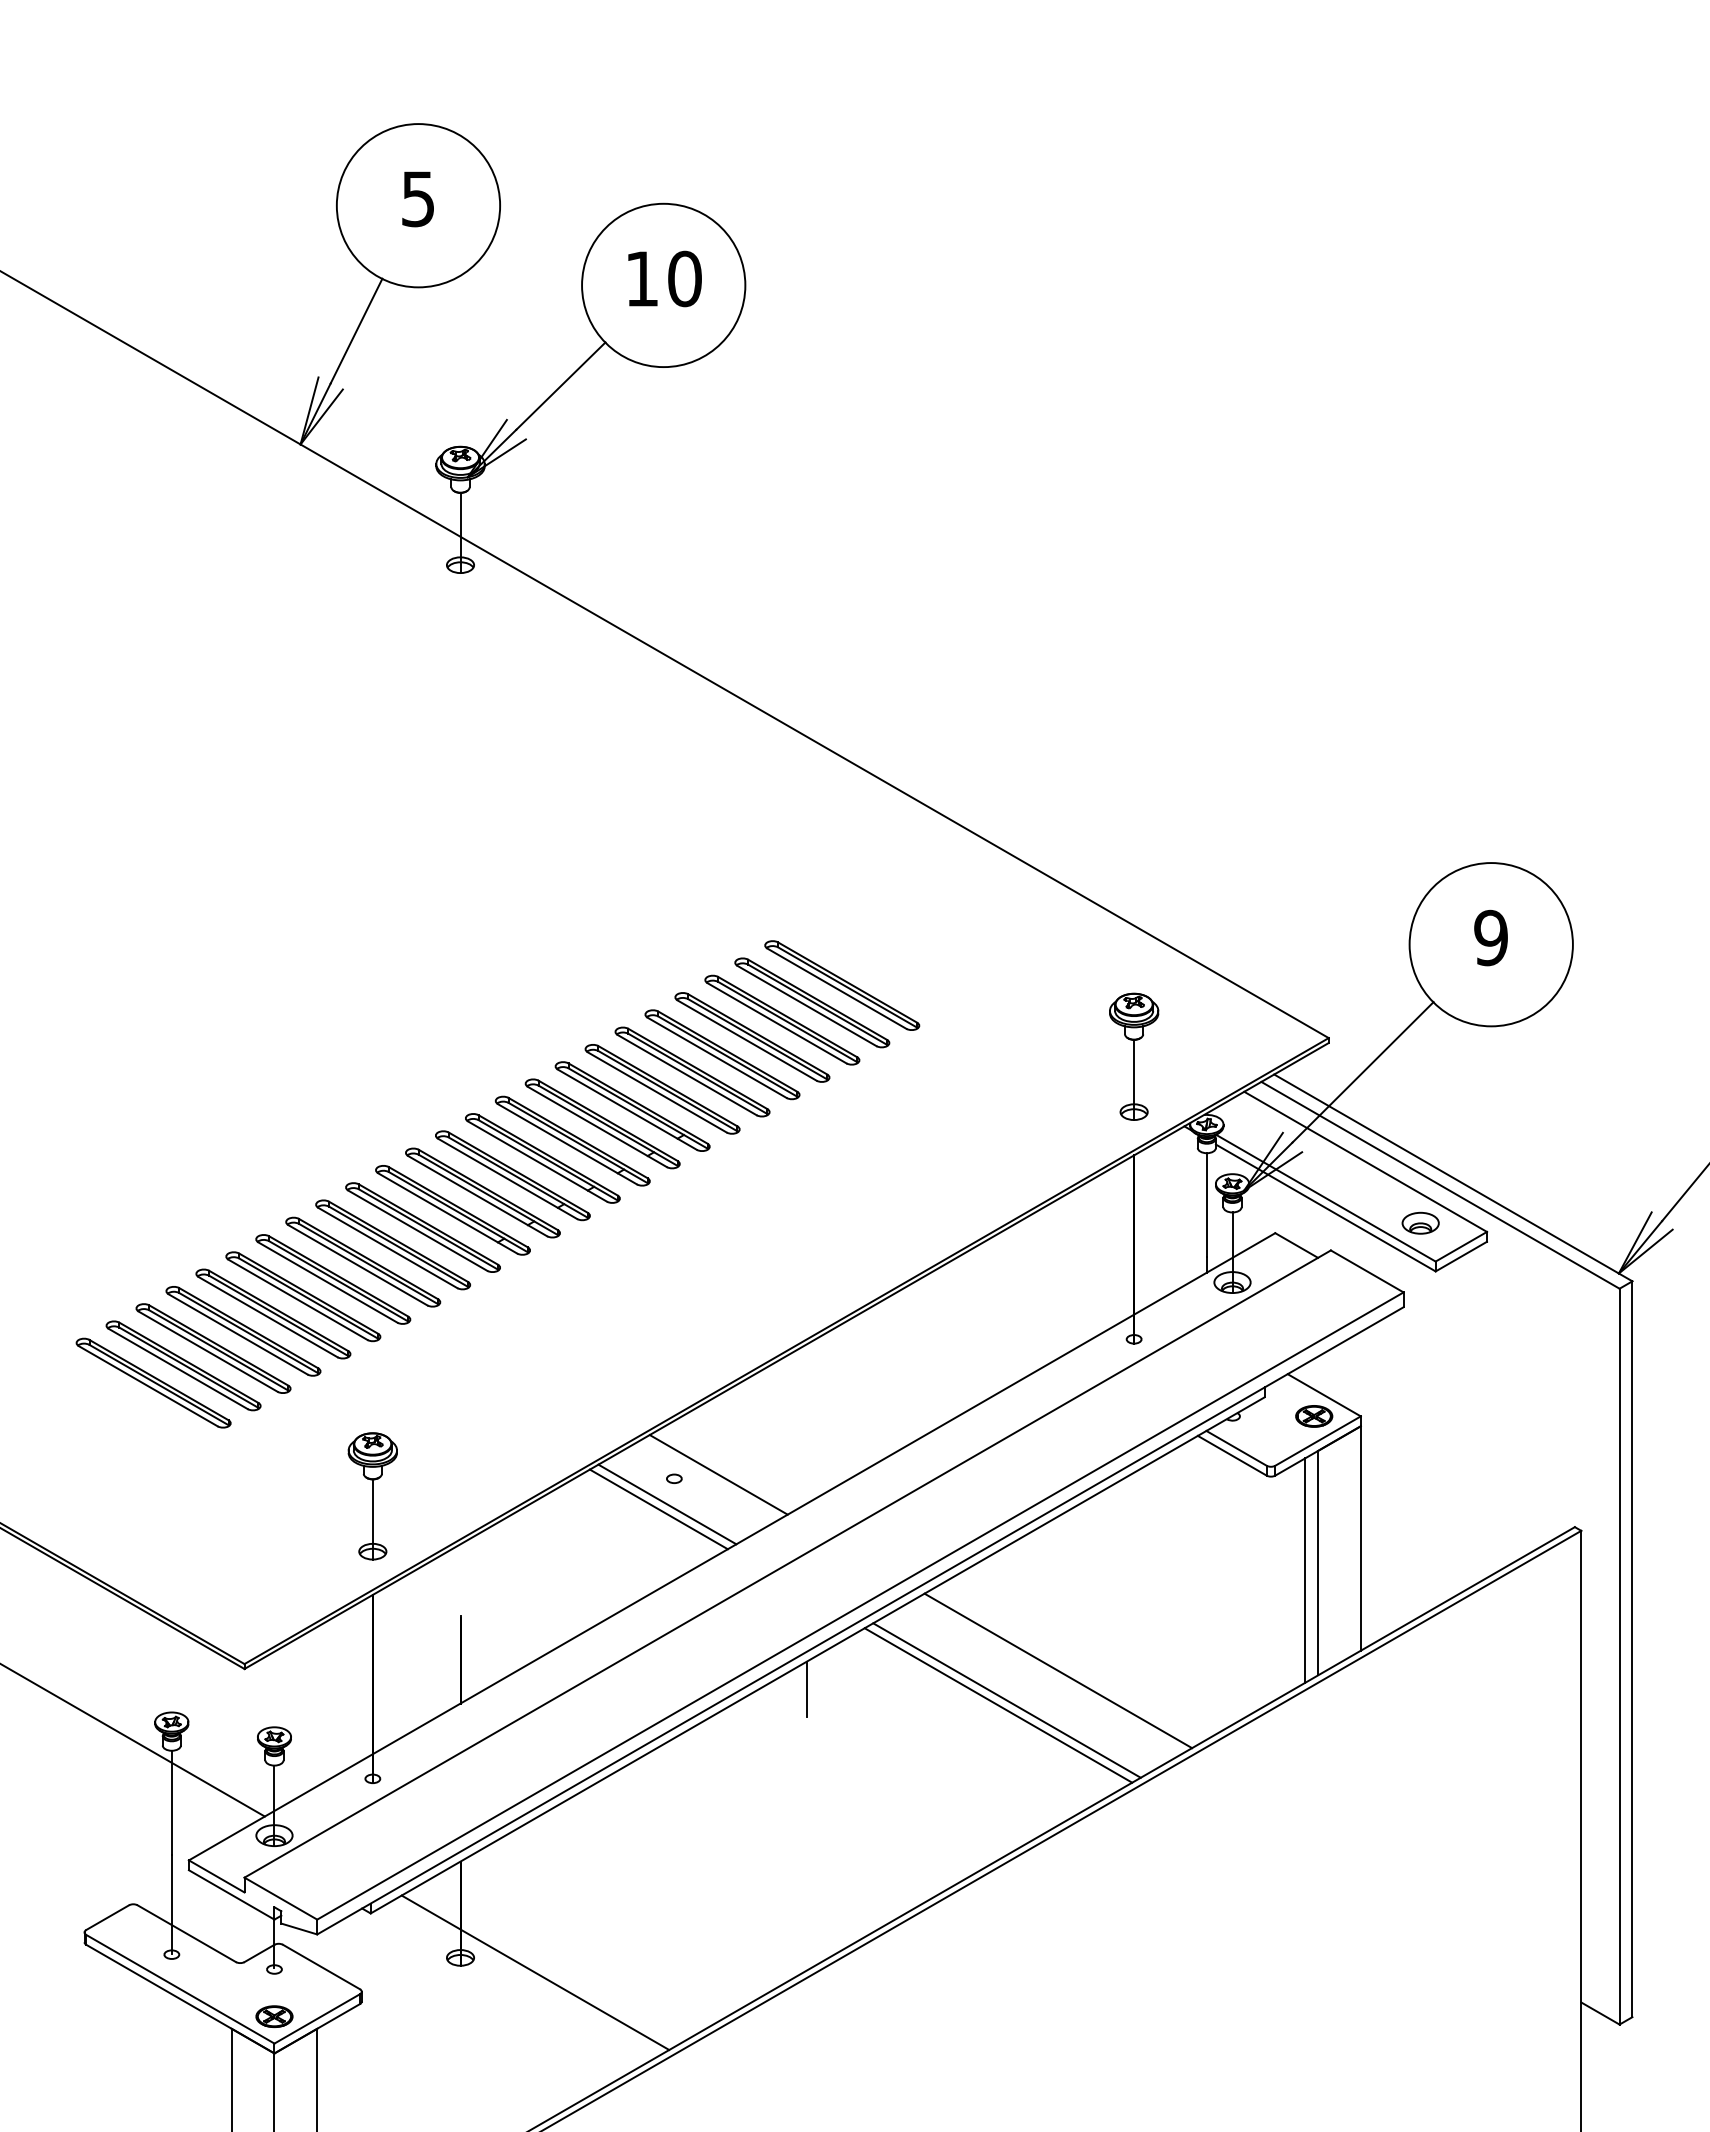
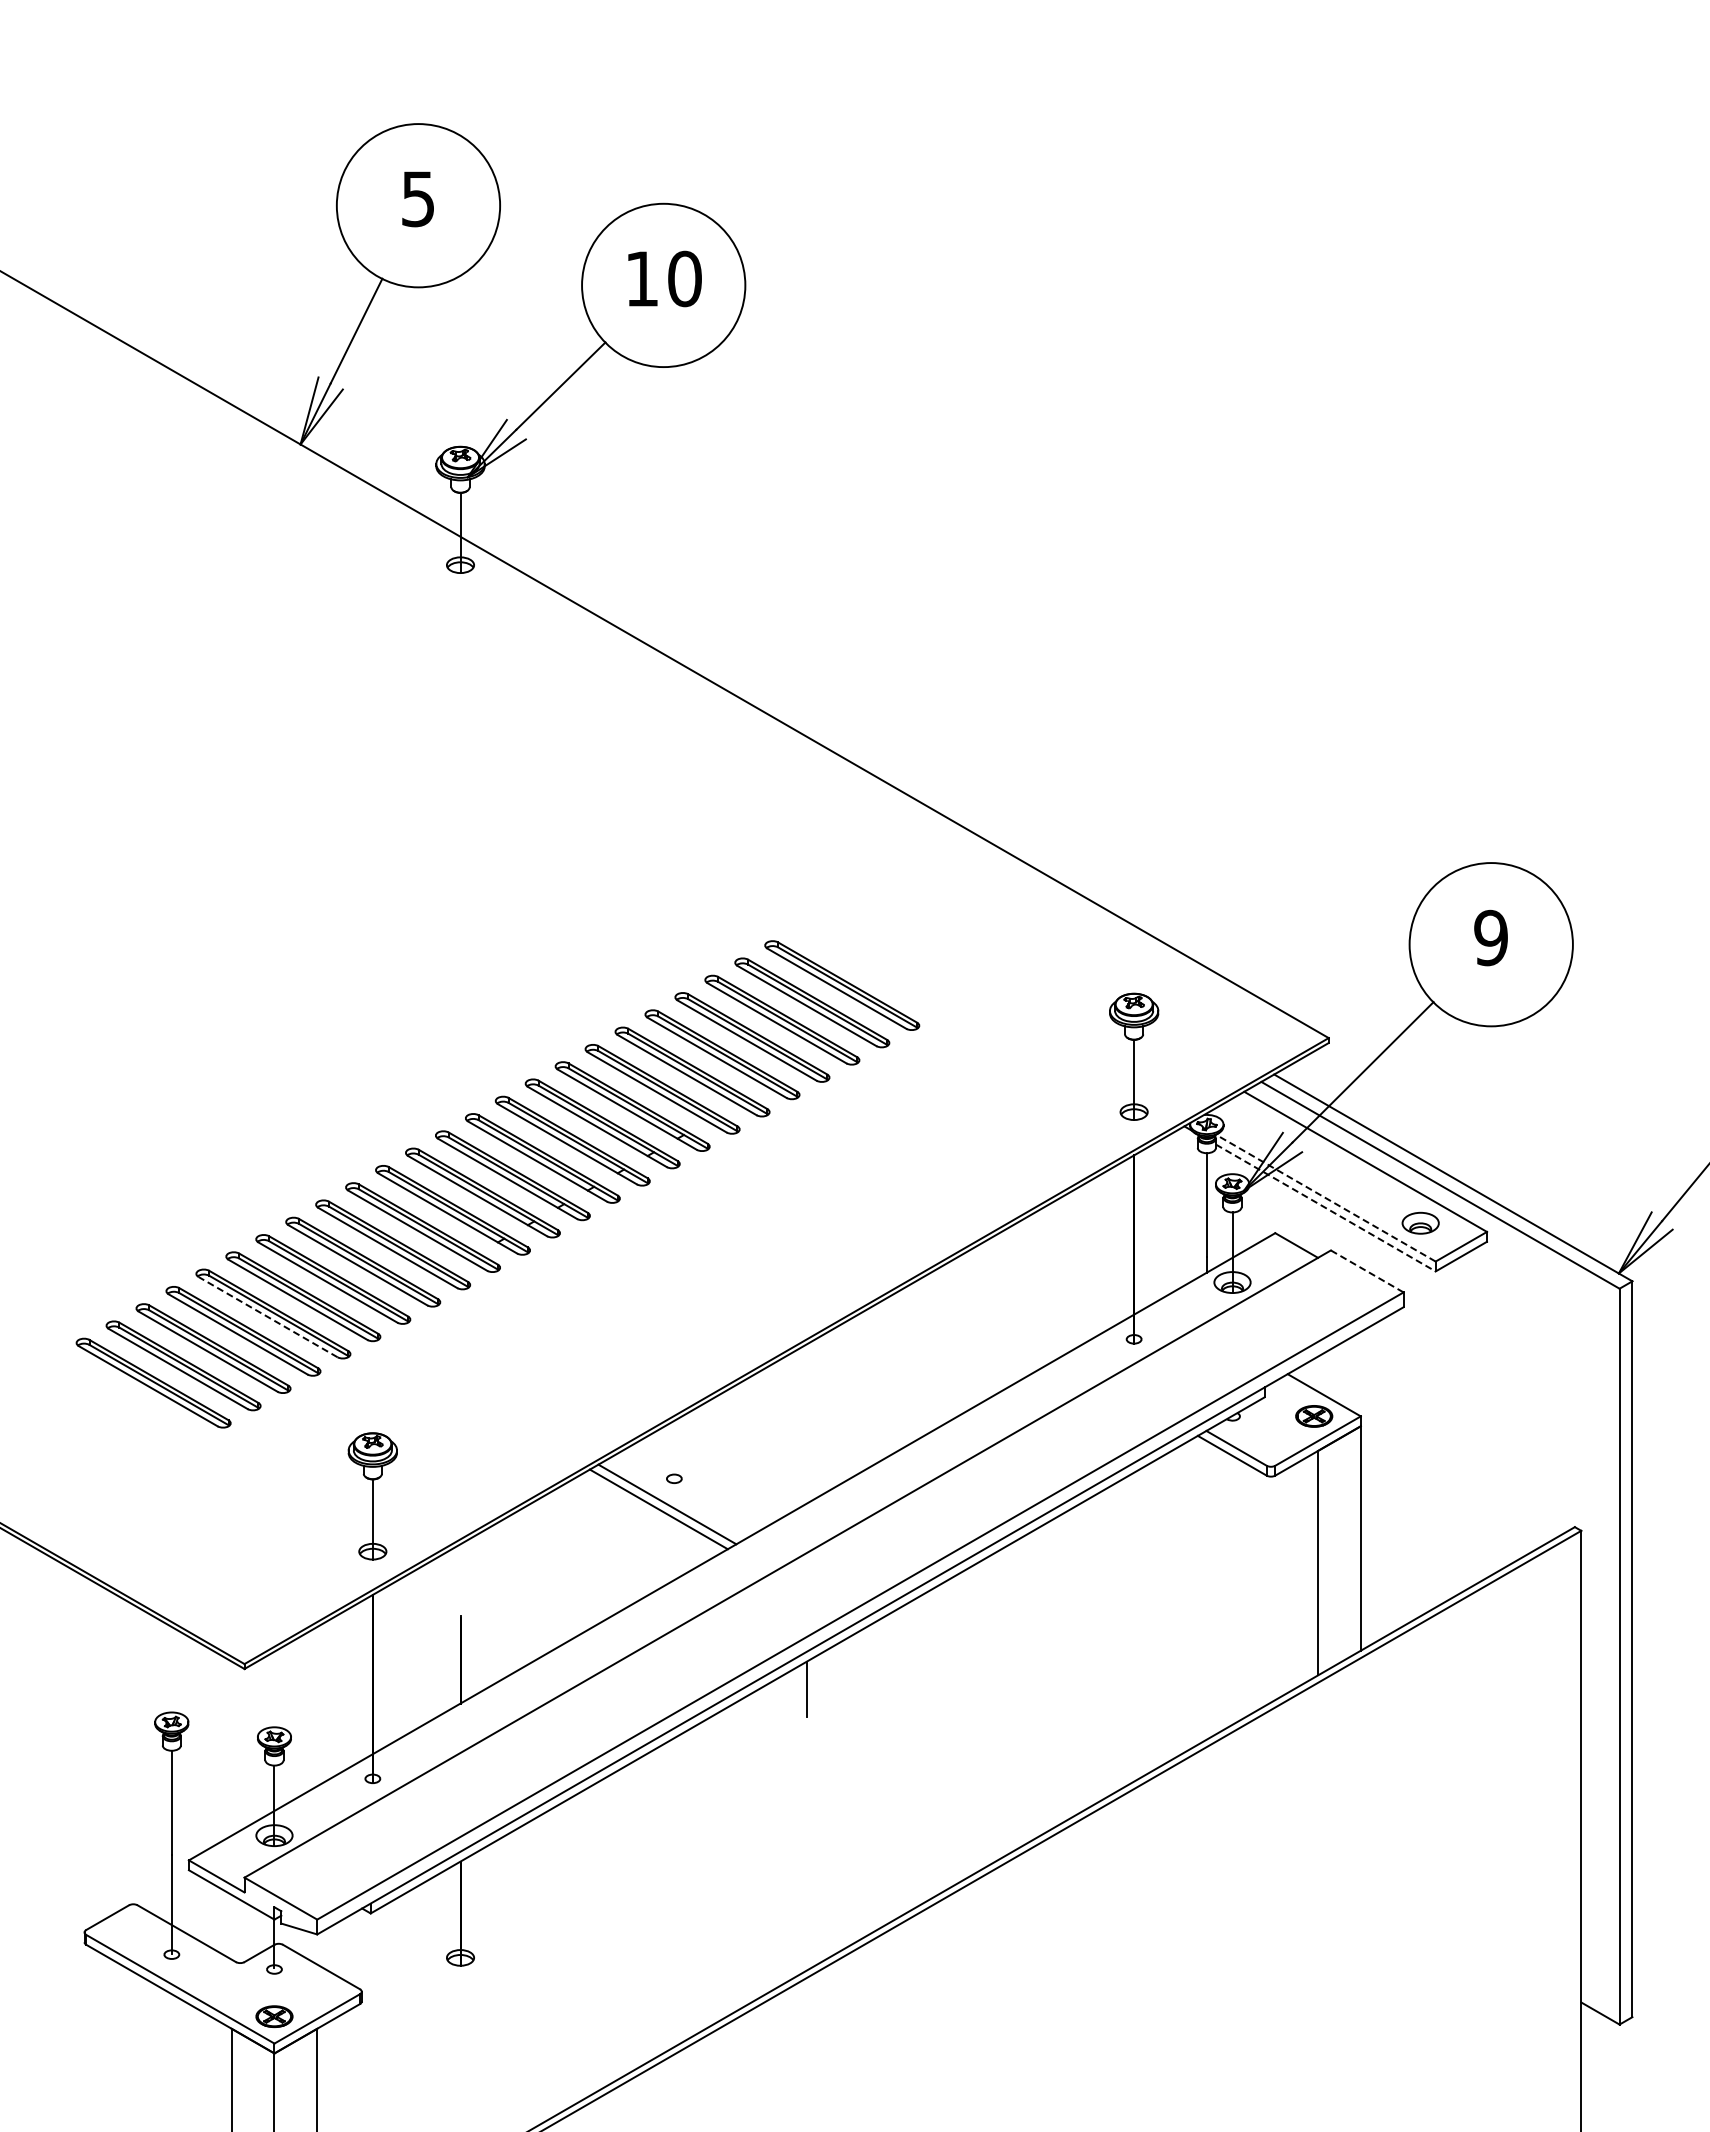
line at (1325, 1198): solid -> dashed
line at (1325, 1208): solid -> dashed
line at (1367, 1271): solid -> dashed
line at (267, 1316): solid -> dashed
line at (718, 1474): present -> none
line at (1305, 1570): present -> none
line at (1058, 1670): present -> none
line at (1006, 1700): present -> none
line at (998, 1705): present -> none
line at (133, 1740): present -> none
line at (535, 1972): present -> none
